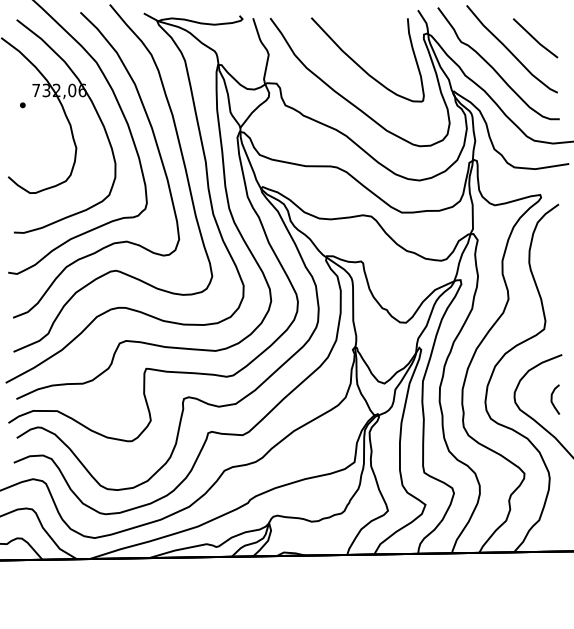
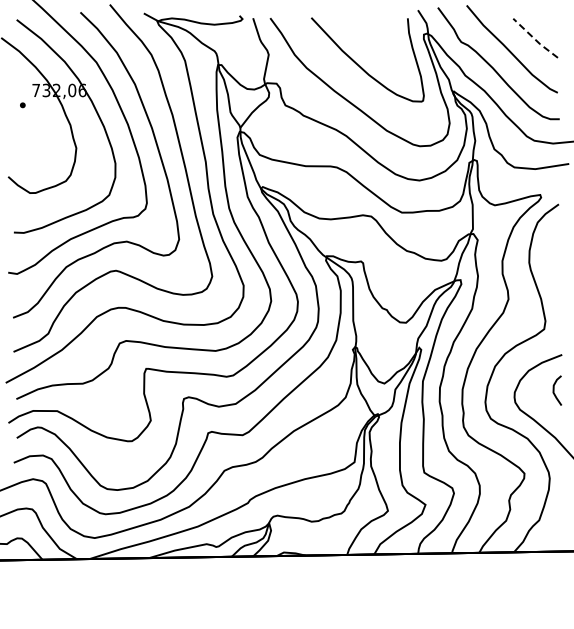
line at (535, 39): solid -> dashed
curve at (552, 399) position: (552, 399) -> (554, 390)
